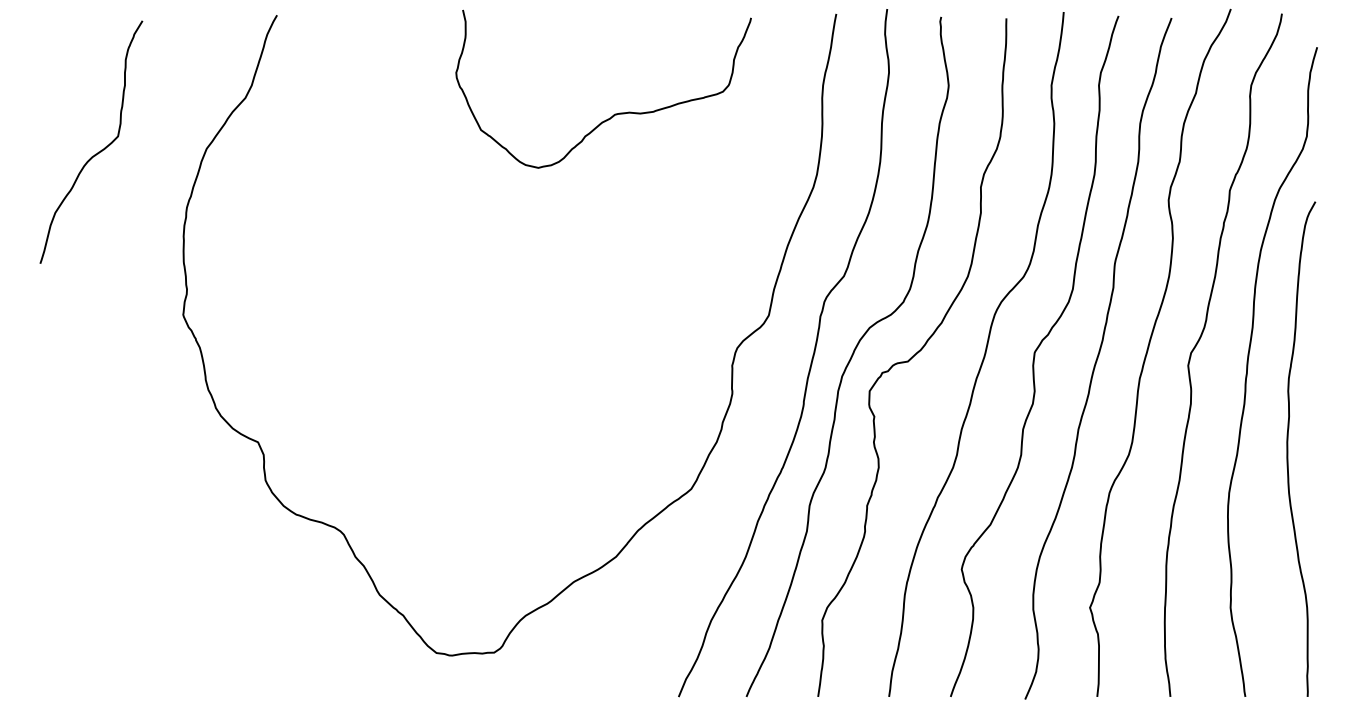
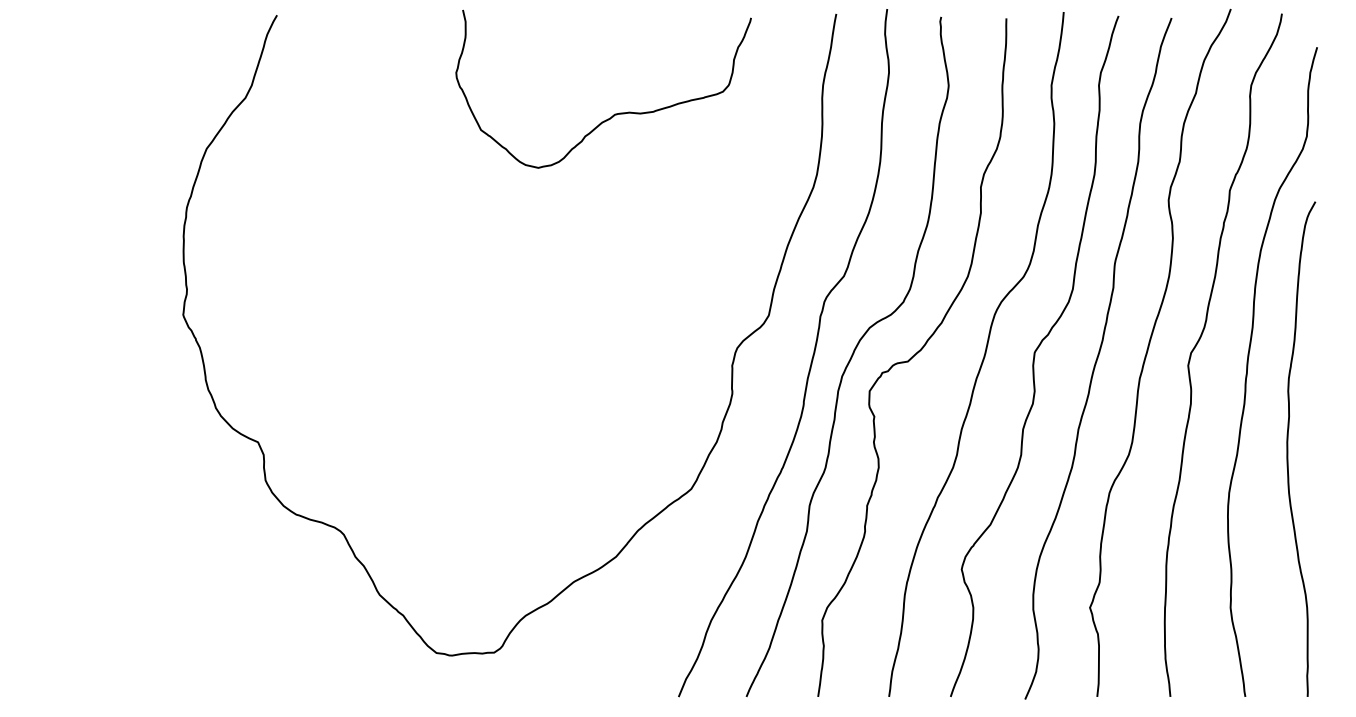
curve at (98, 151): present -> none
